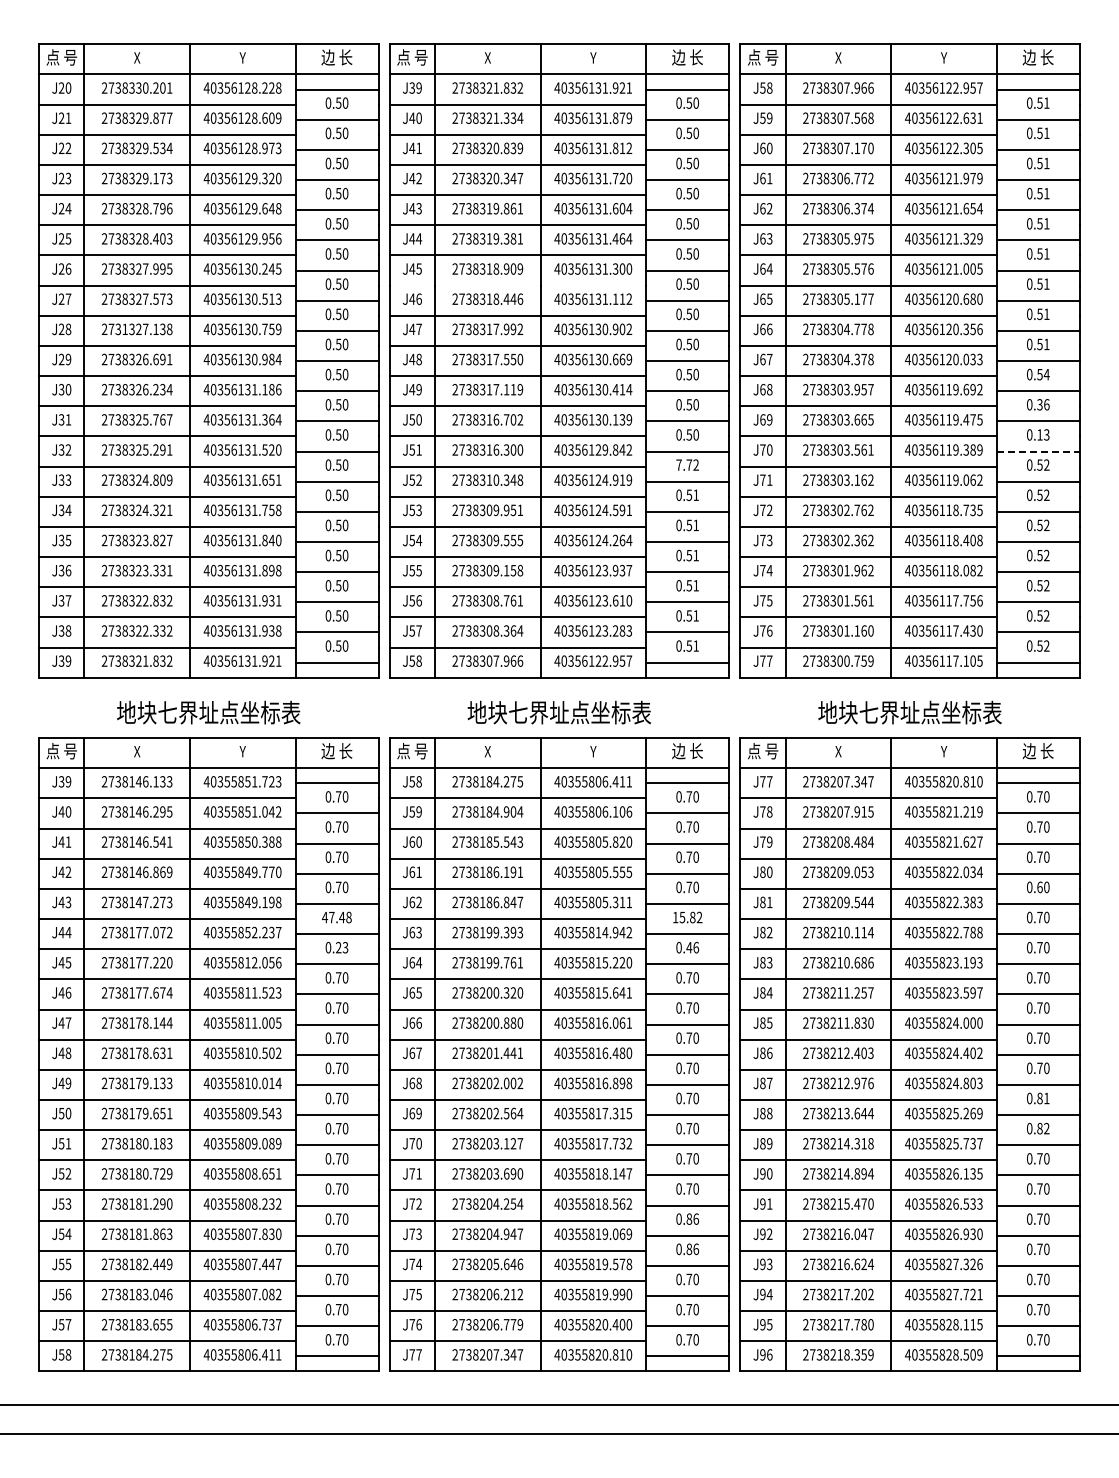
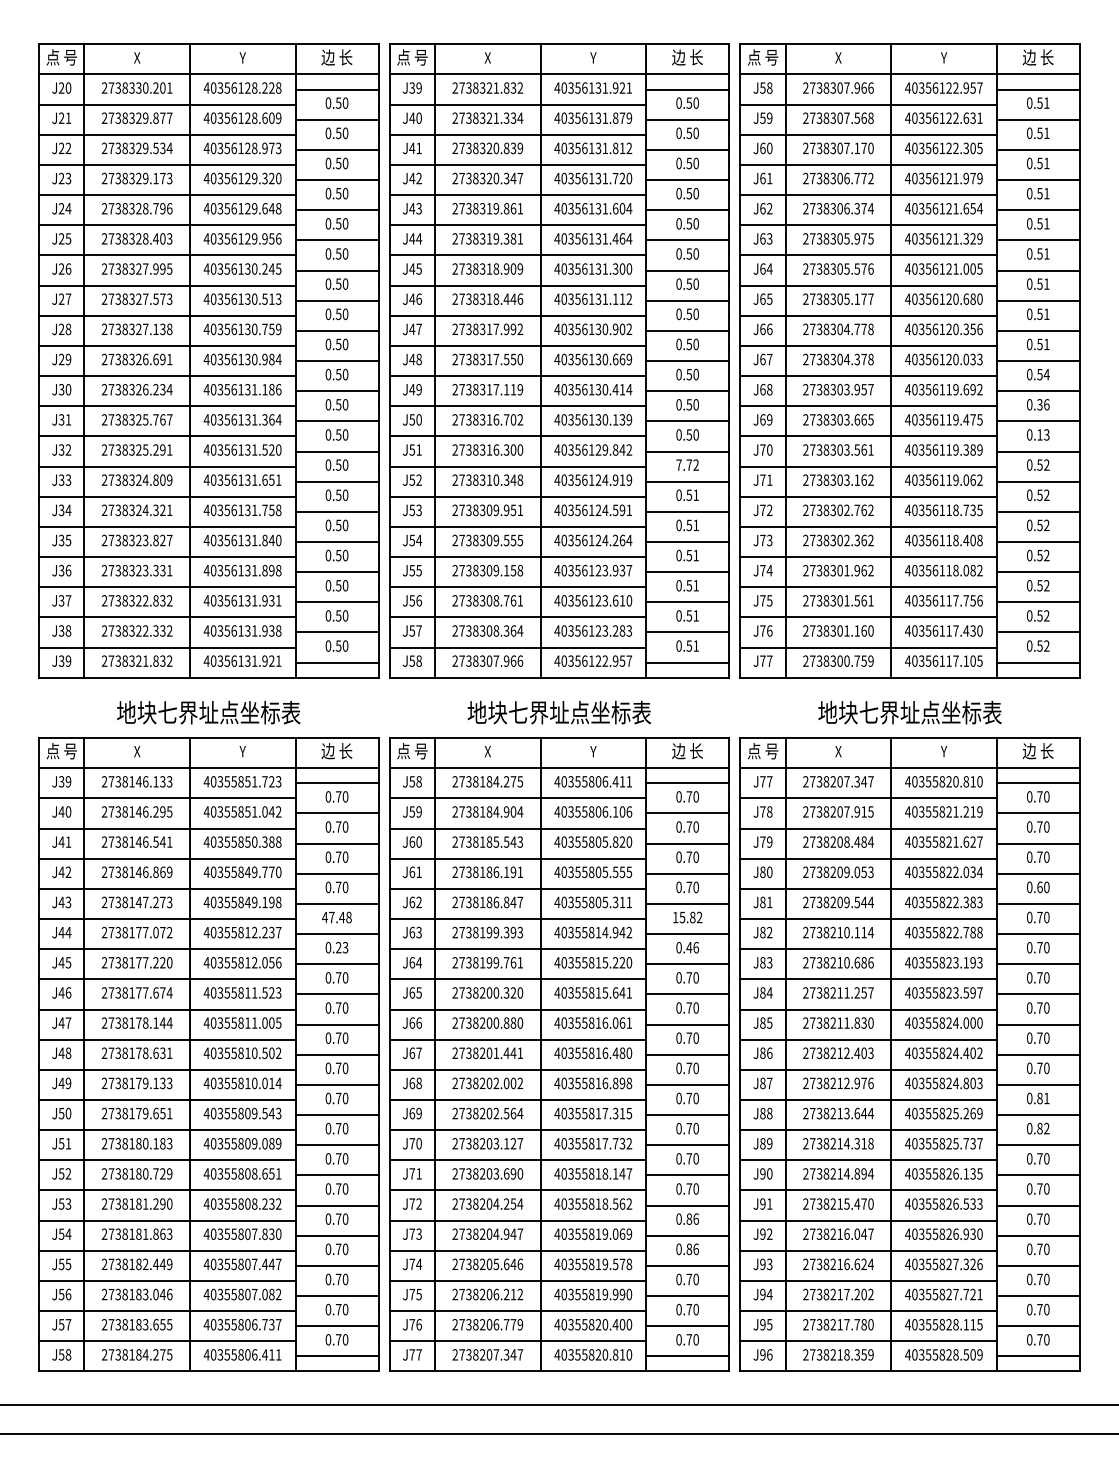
line at (517, 285): none -> present
text at (124, 329): 2731327.138 -> 2738327.138
line at (1038, 451): dashed -> solid
text at (247, 932): 40355852.237 -> 40355812.237
